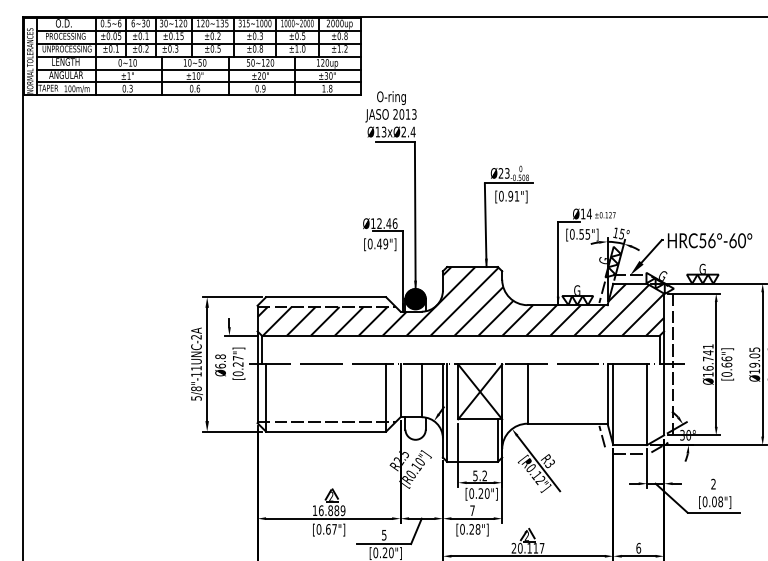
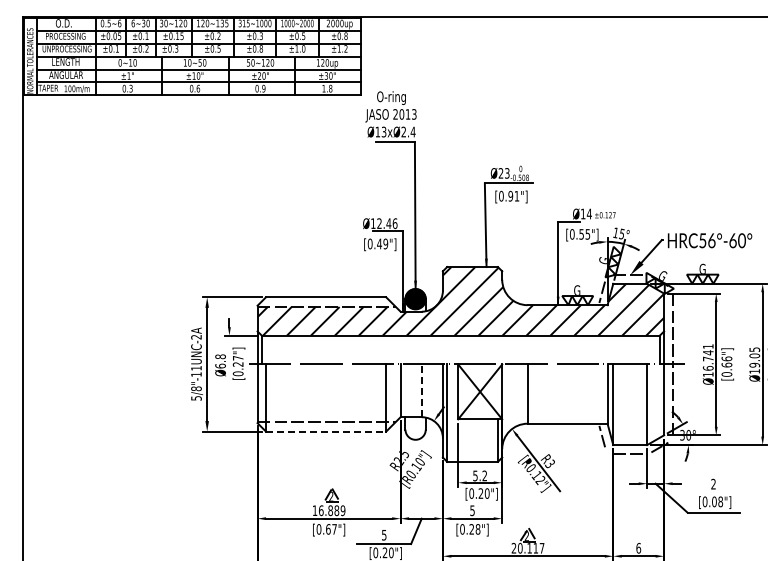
line at (421, 390): solid -> dashed
line at (326, 431): solid -> dashed
text at (472, 510): 7 -> 5
